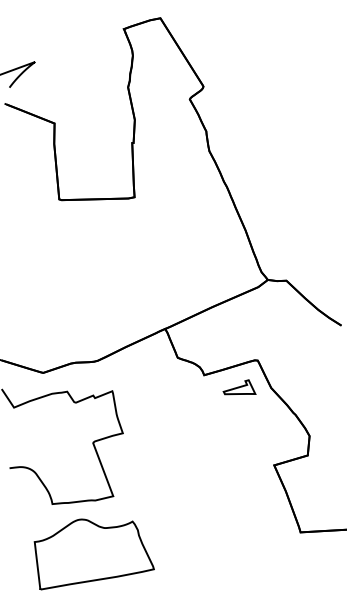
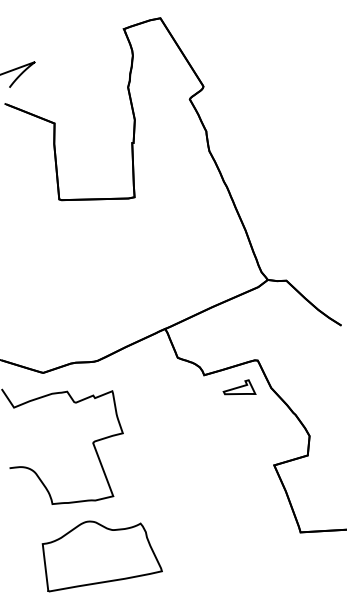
part at (93, 554) position: (93, 554) -> (101, 556)
